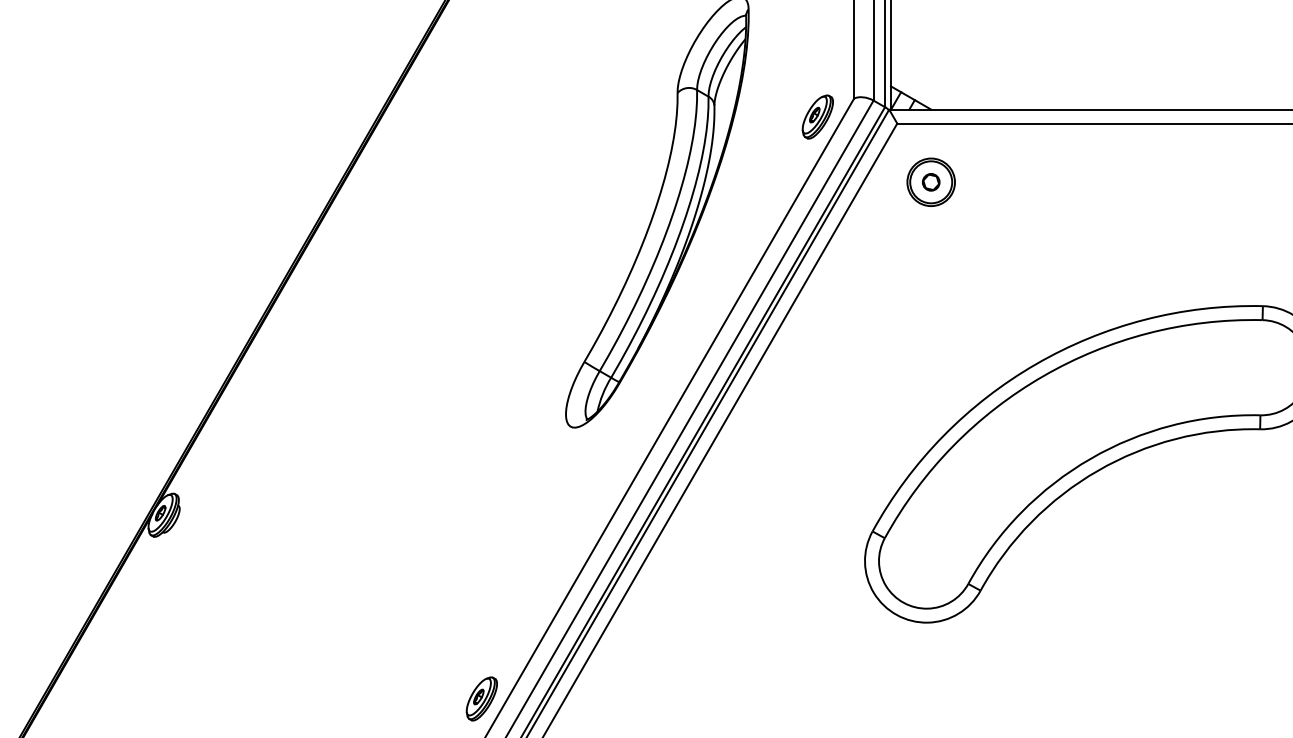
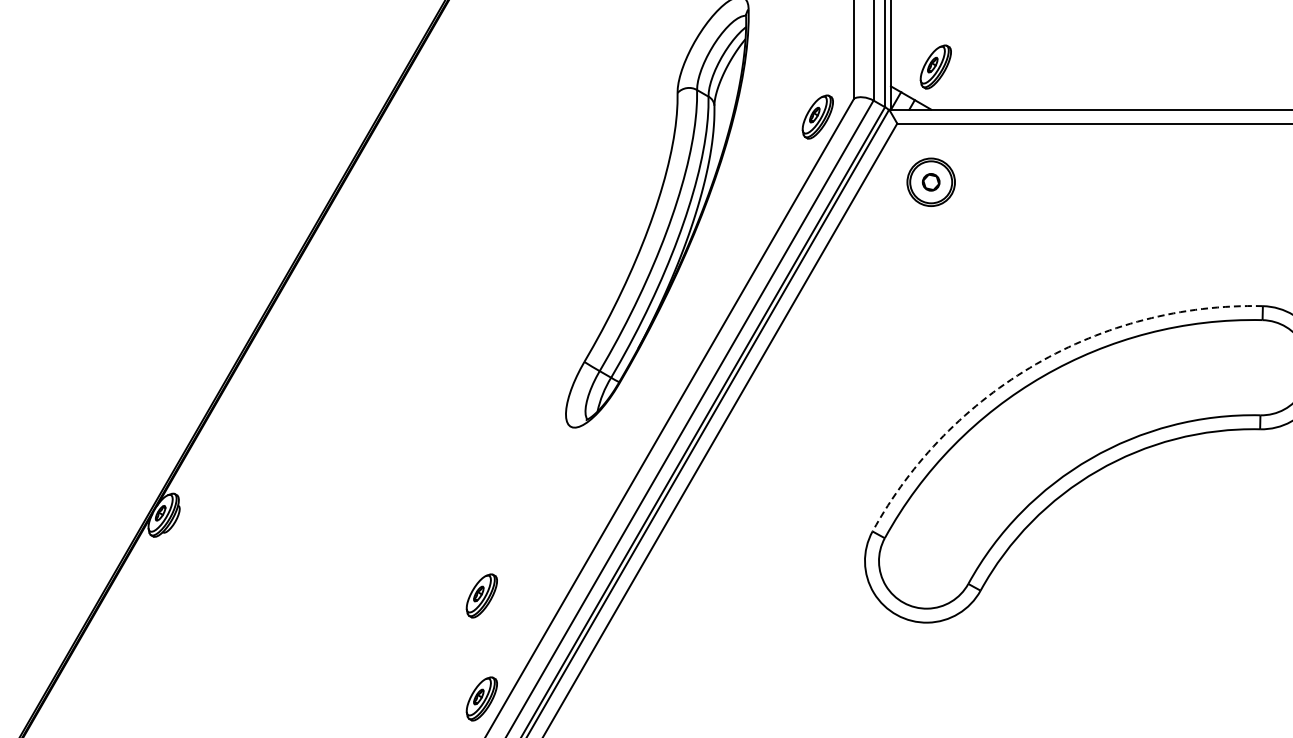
part at (935, 66): none -> present
arc at (1036, 364): solid -> dashed
part at (481, 595): none -> present
